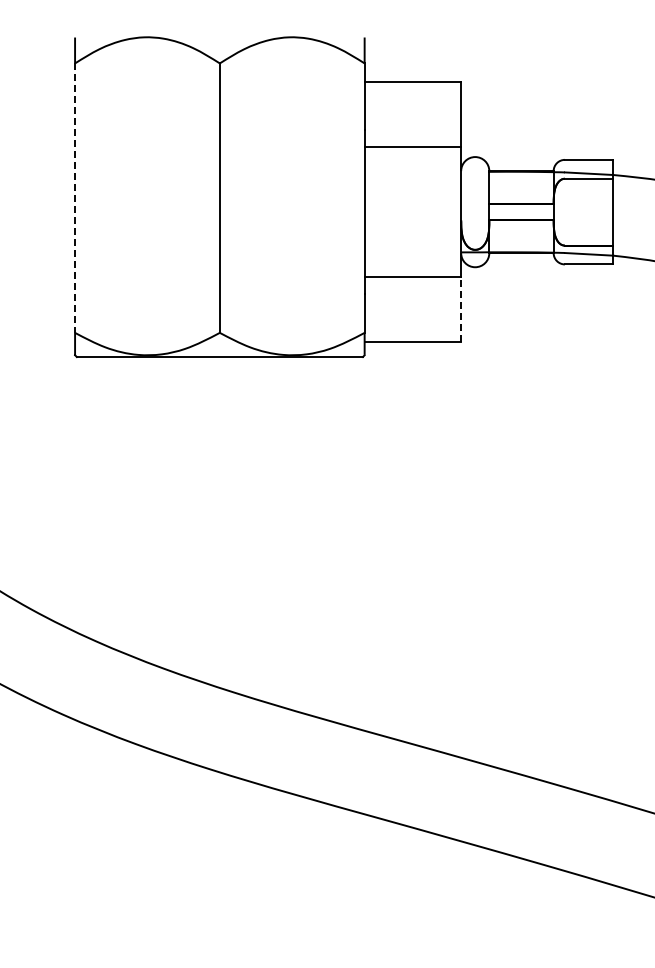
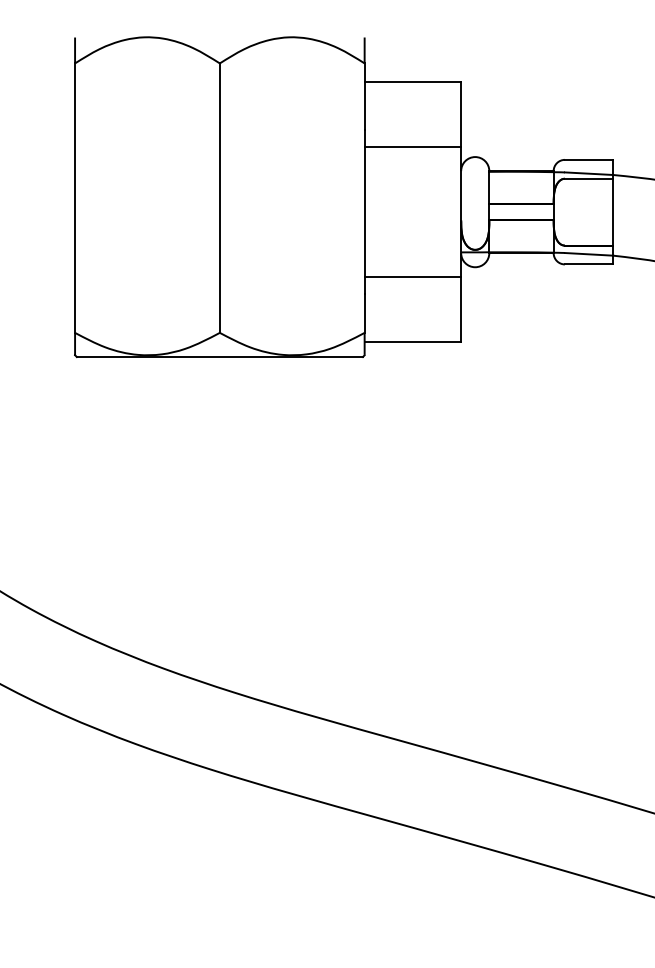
line at (75, 198): dashed -> solid
line at (461, 309): dashed -> solid
